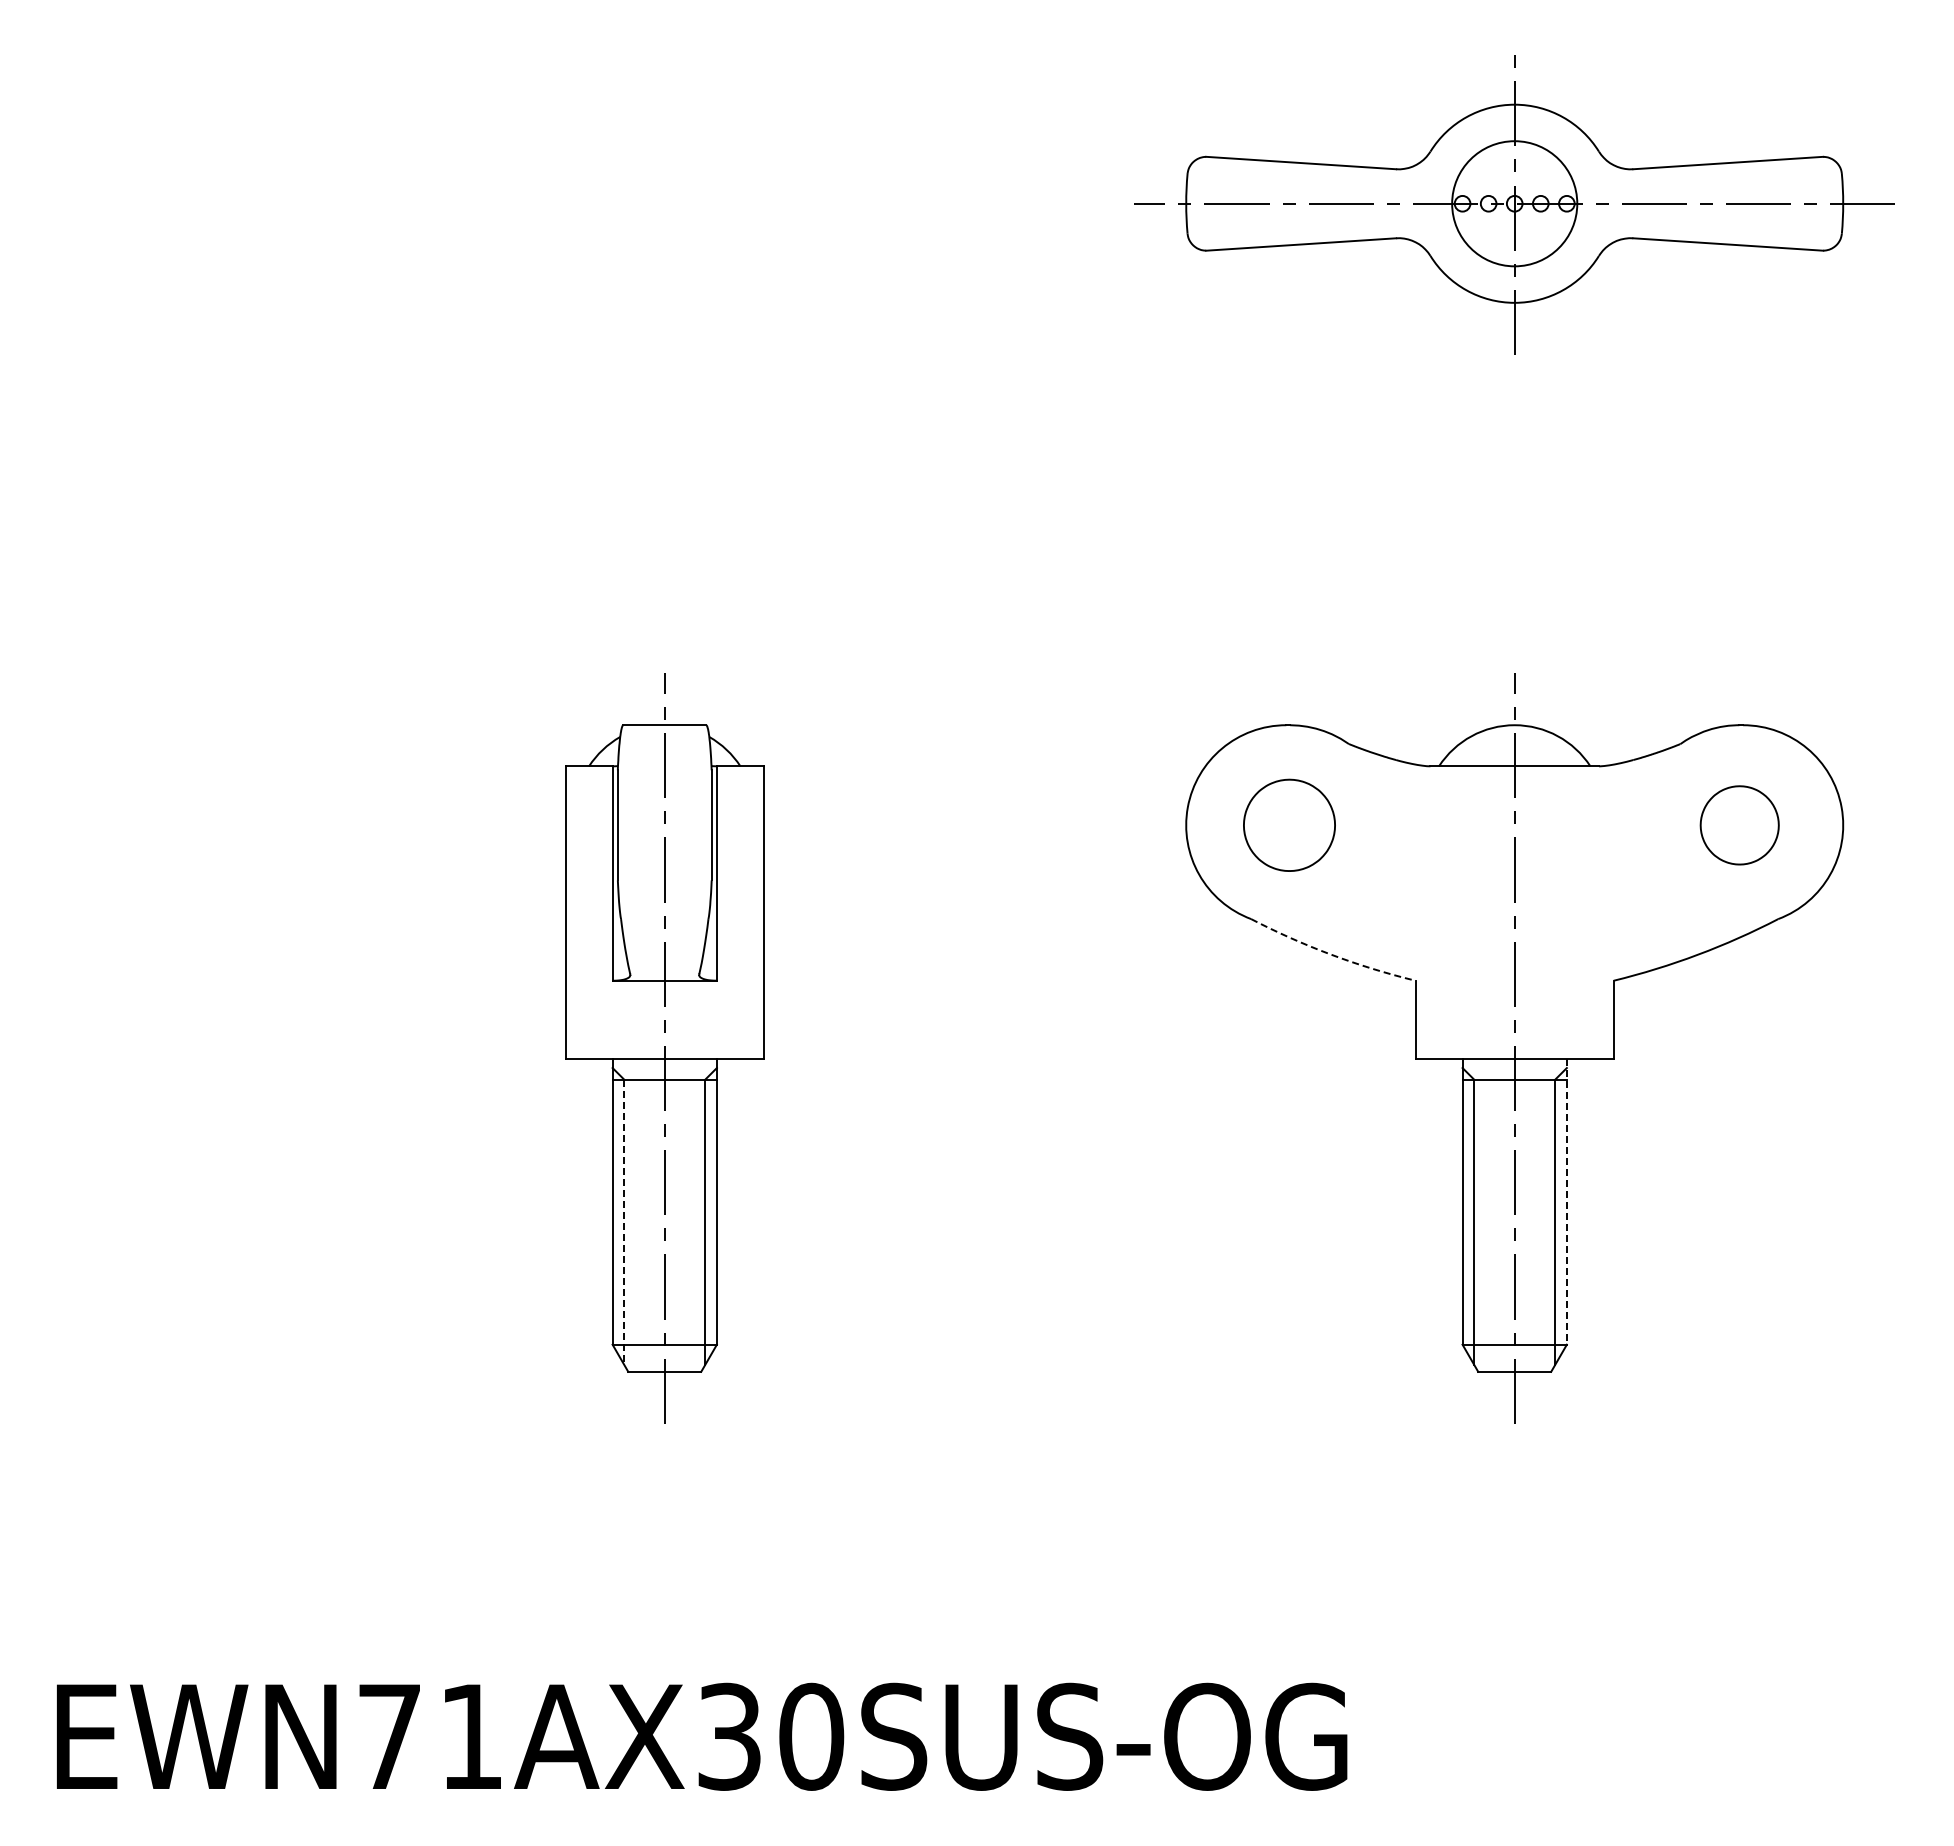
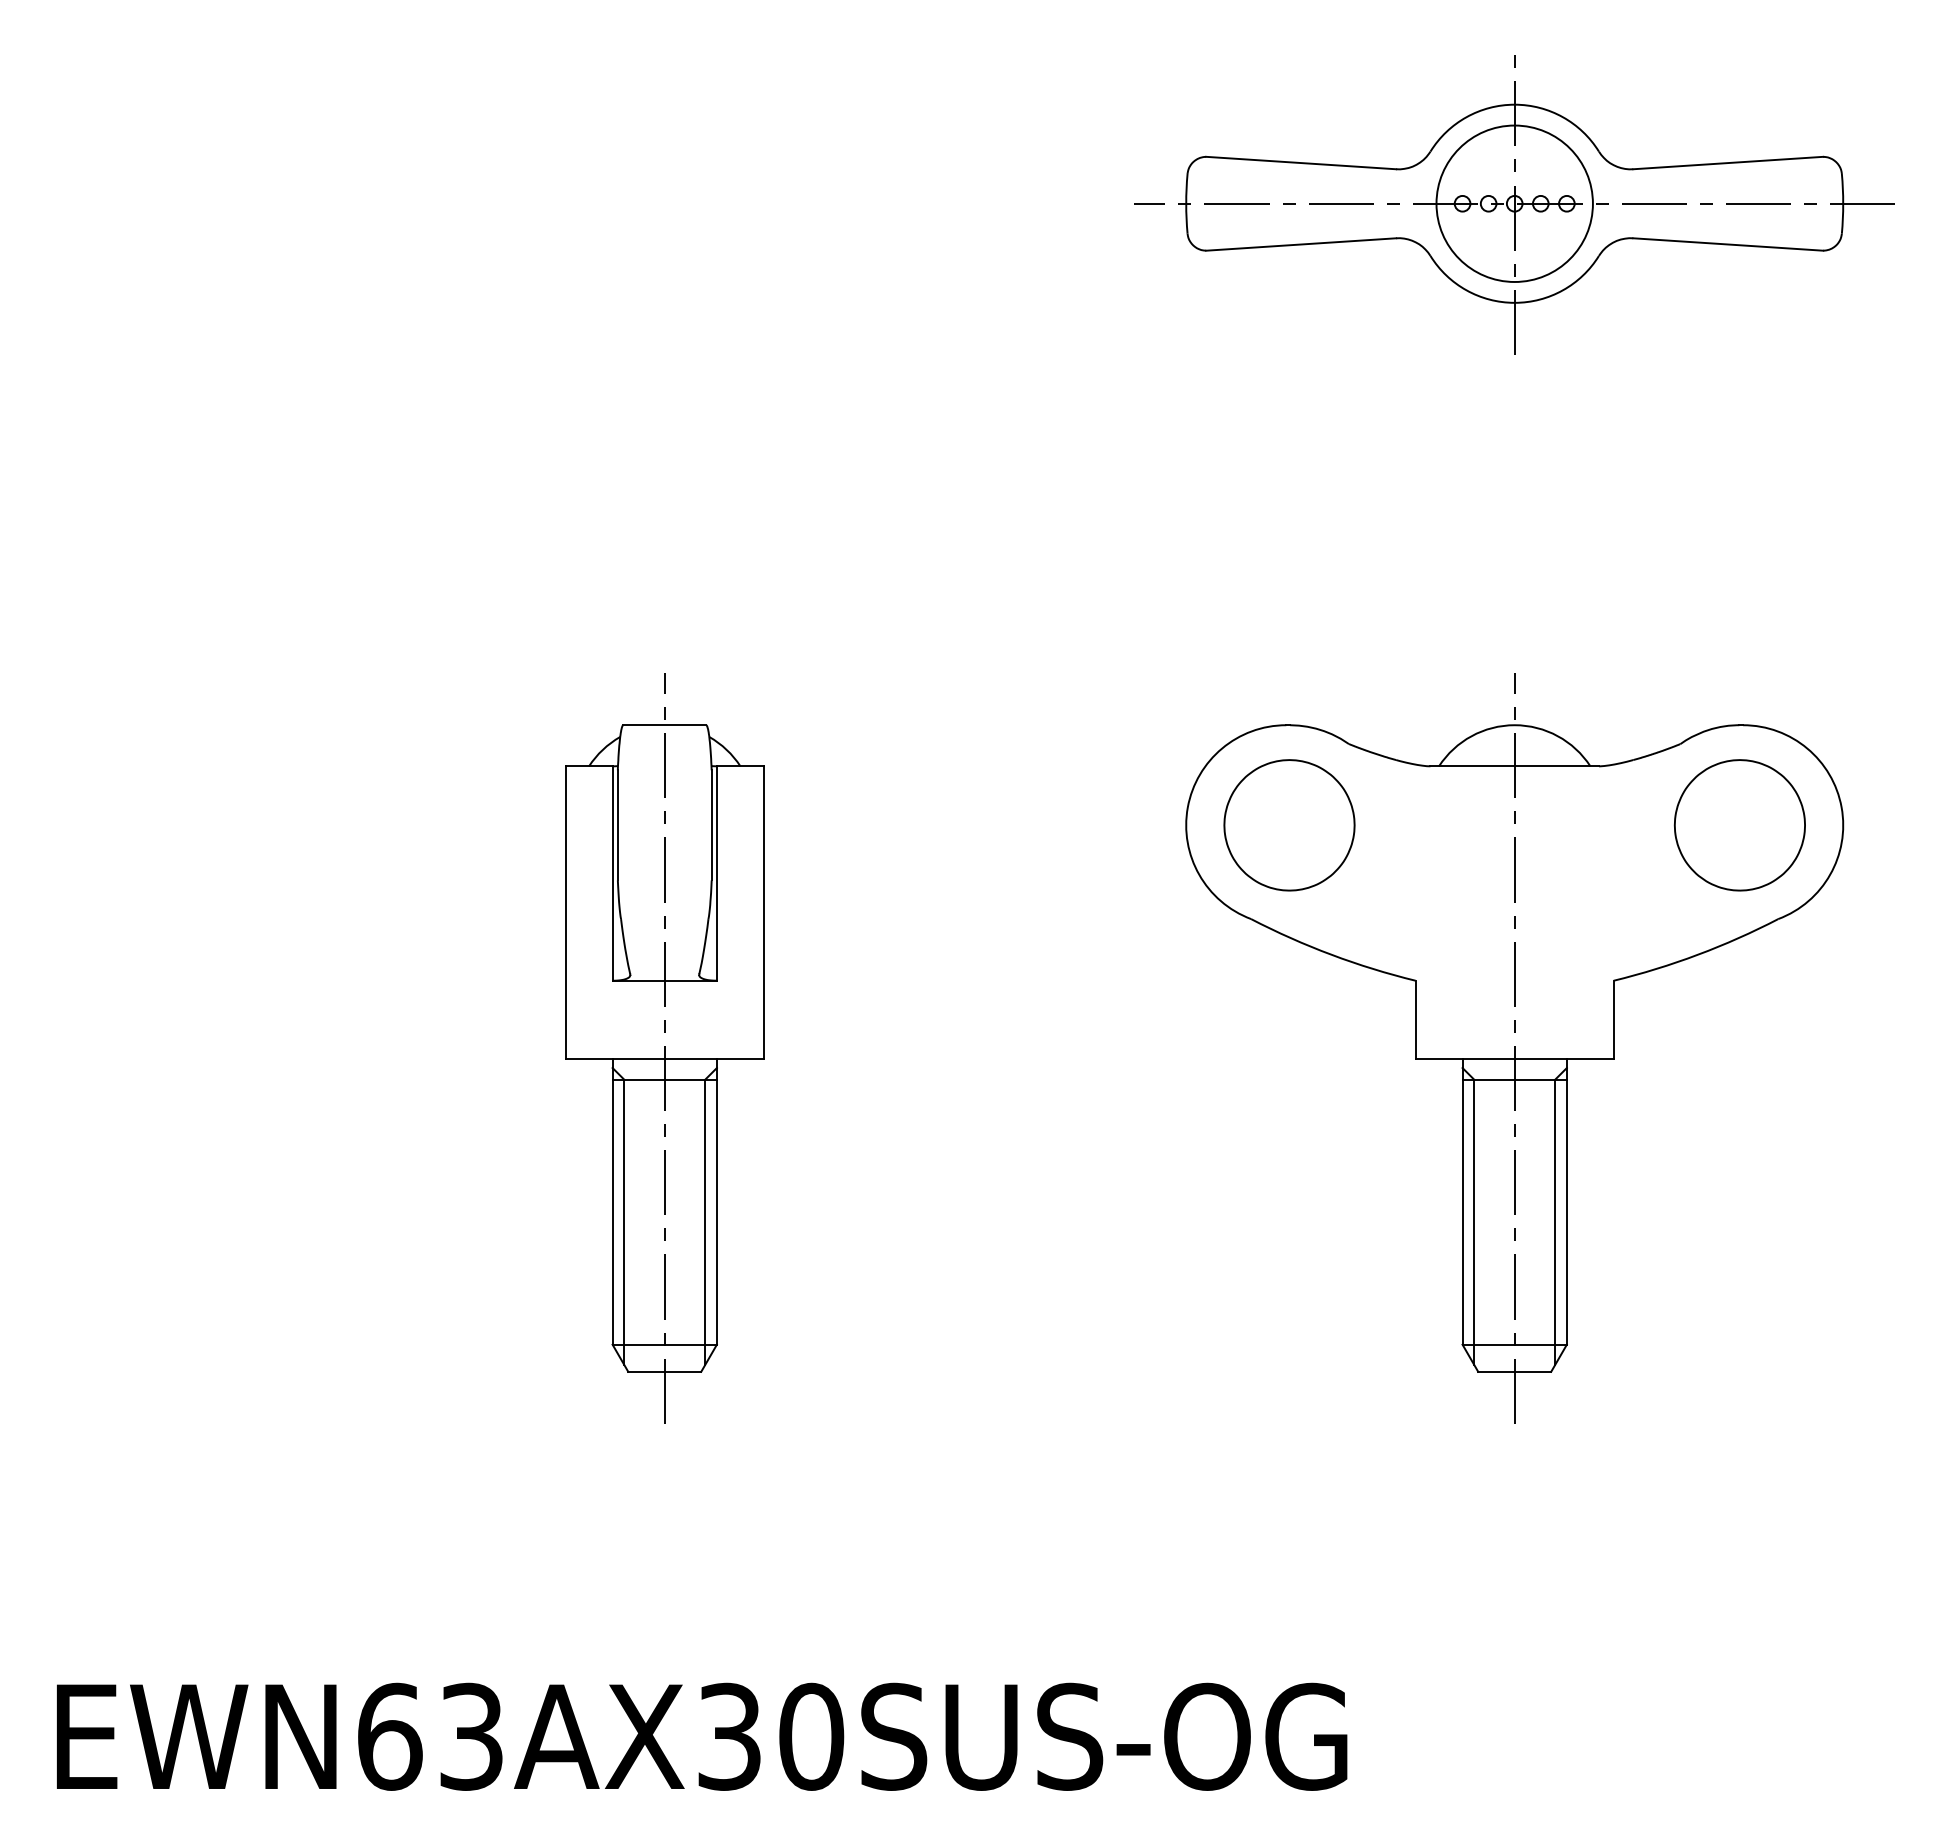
circle at (1514, 203) diameter: 125 px -> 156 px
part at (1289, 824) size: 93x94 px -> 133x133 px
part at (1739, 825) size: 81x81 px -> 133x133 px
arc at (1331, 954): dashed -> solid
line at (1566, 1201): dashed -> solid
line at (624, 1222): dashed -> solid
text at (430, 1736): EWN71AX30SUS-OG -> EWN63AX30SUS-OG
